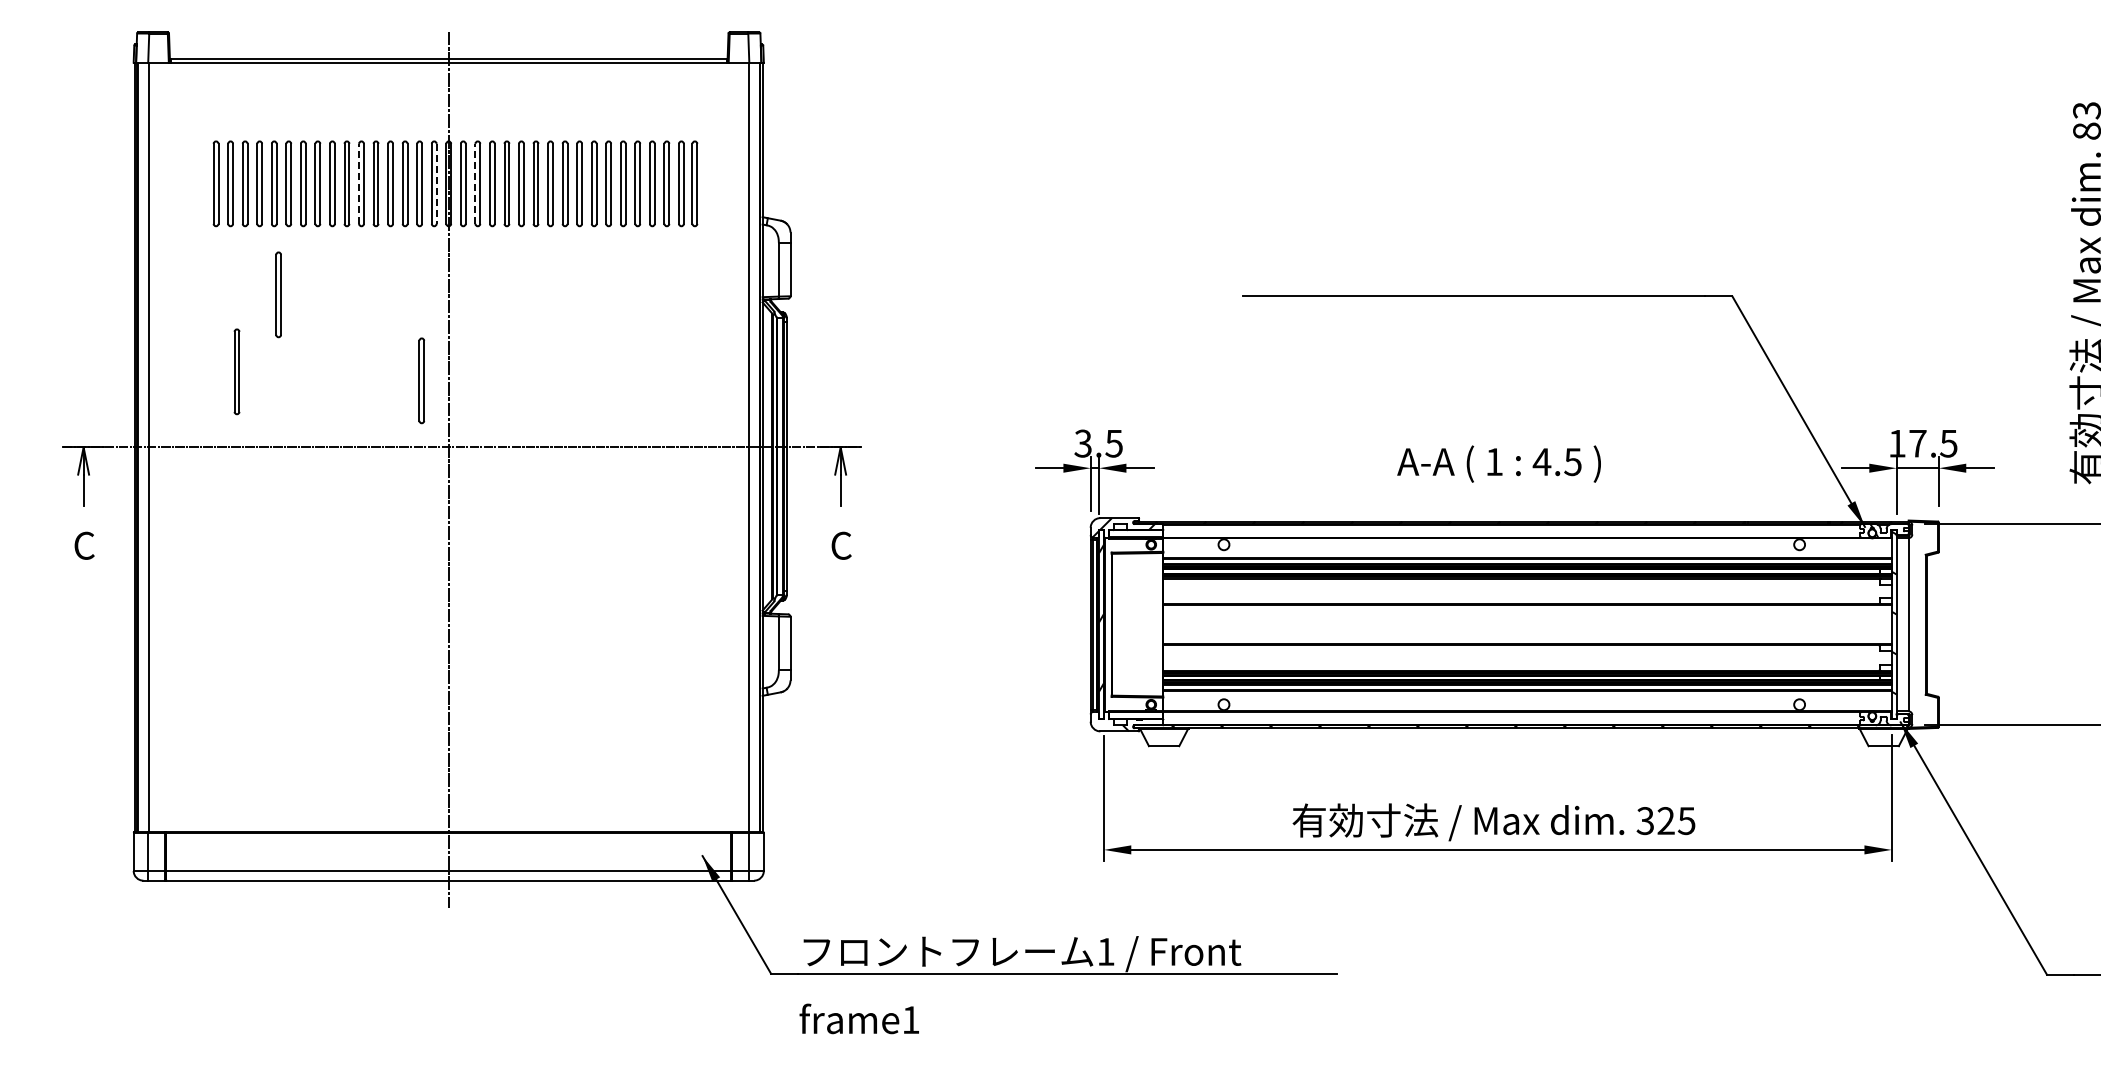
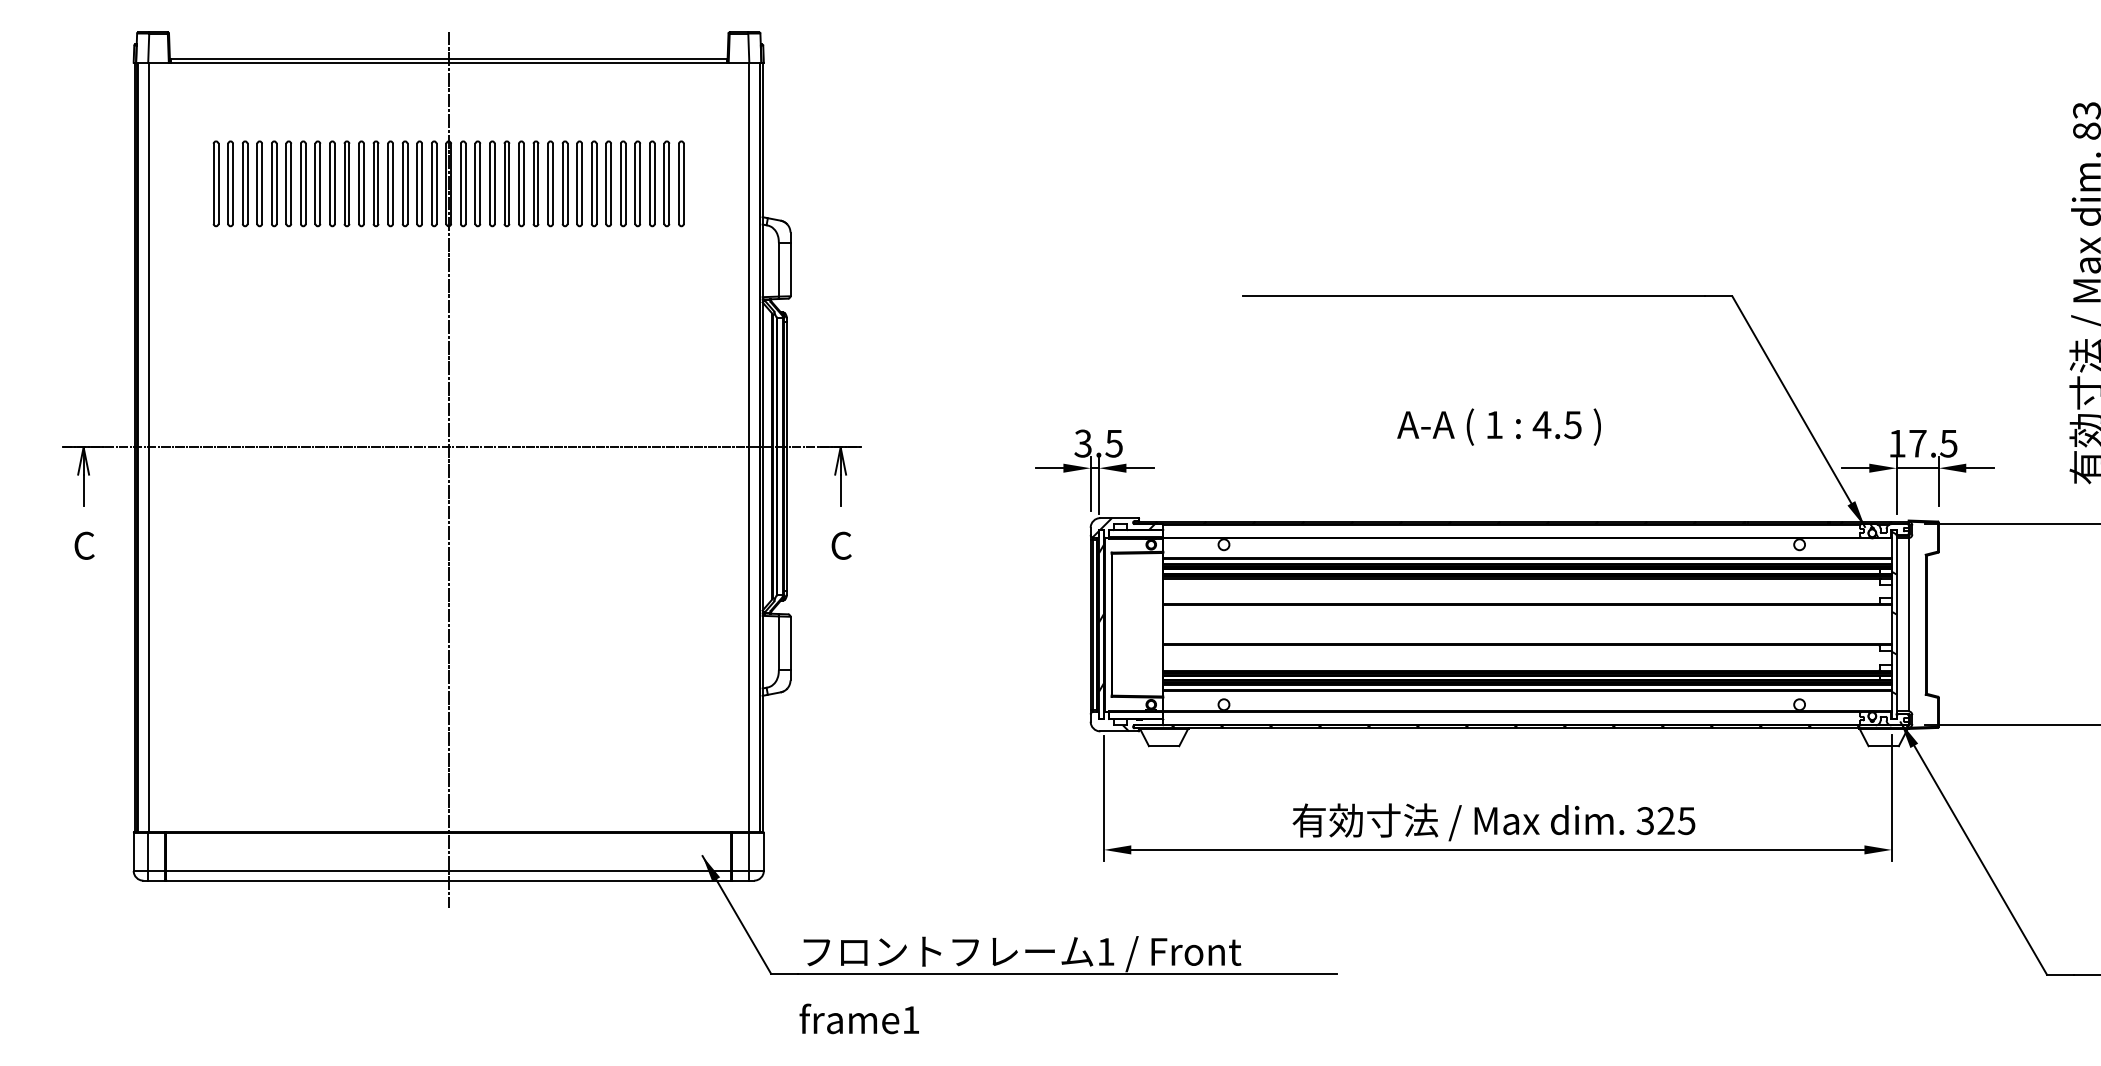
line at (359, 183): dashed -> solid
line at (436, 183): dashed -> solid
line at (475, 183): dashed -> solid
part at (694, 183): present -> none
part at (278, 294): present -> none
part at (236, 371): present -> none
part at (421, 380): present -> none
text at (1498, 463) position: (1498, 463) -> (1498, 426)
